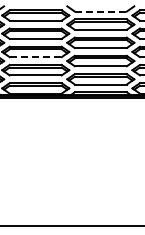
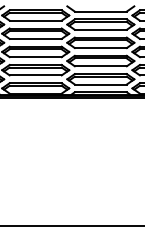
line at (101, 11): dashed -> solid
line at (36, 57): dashed -> solid
